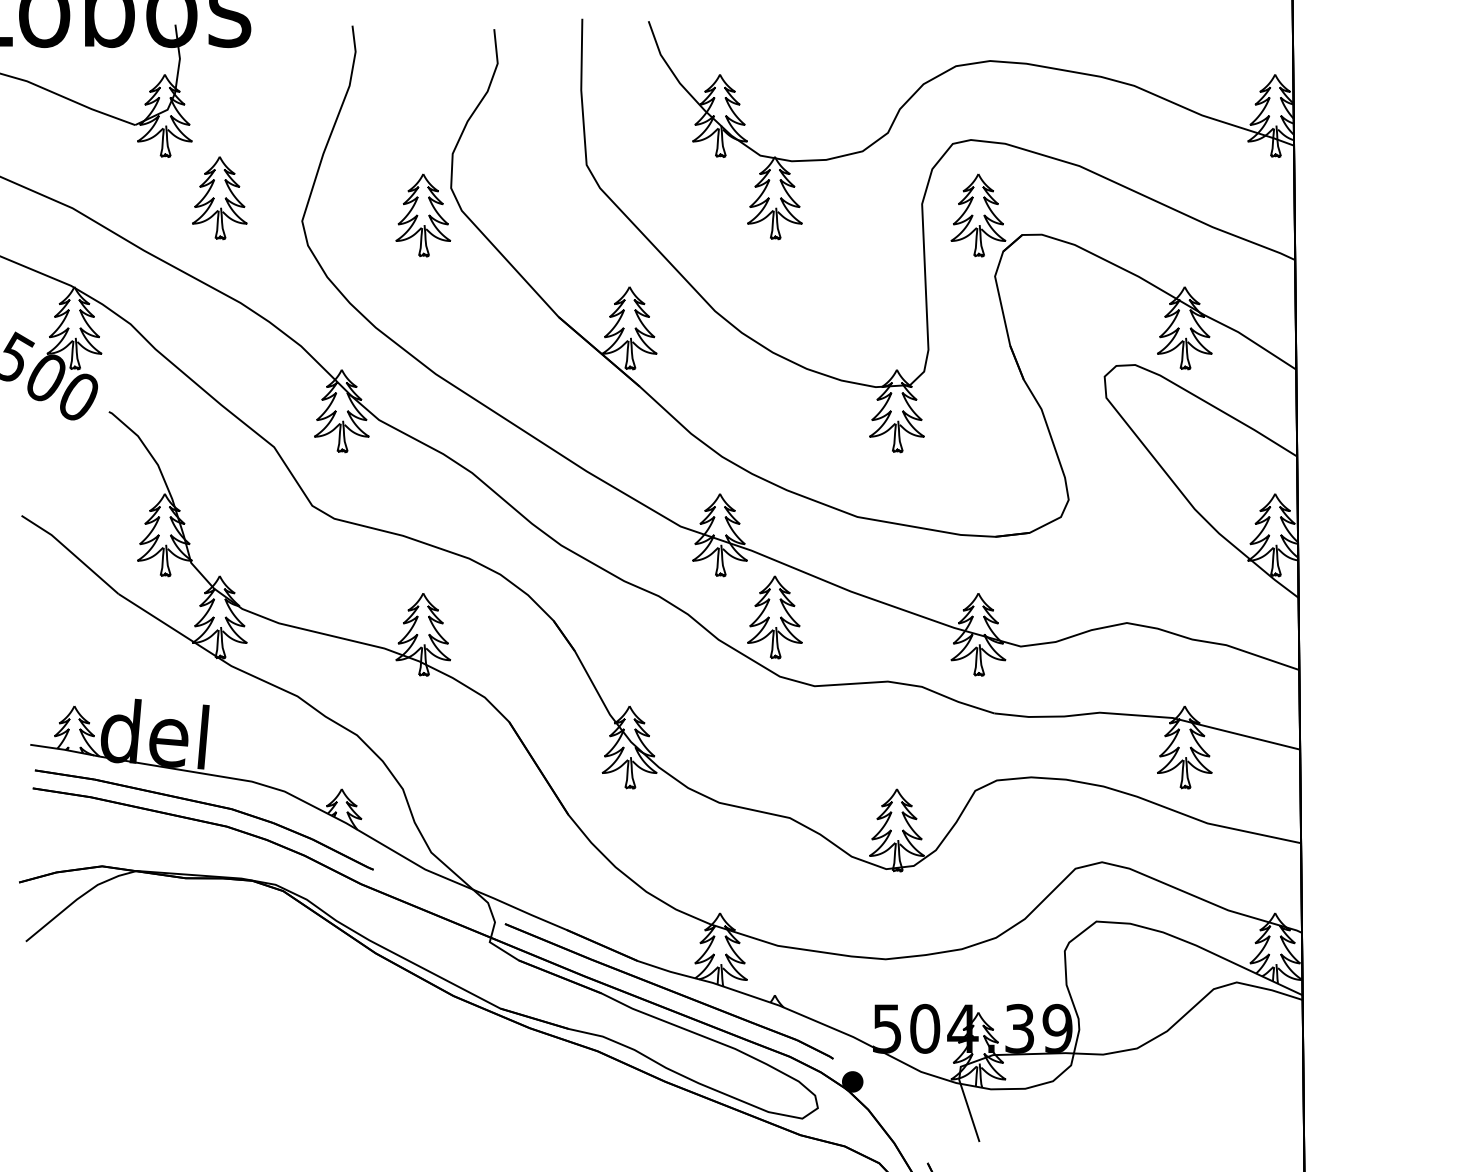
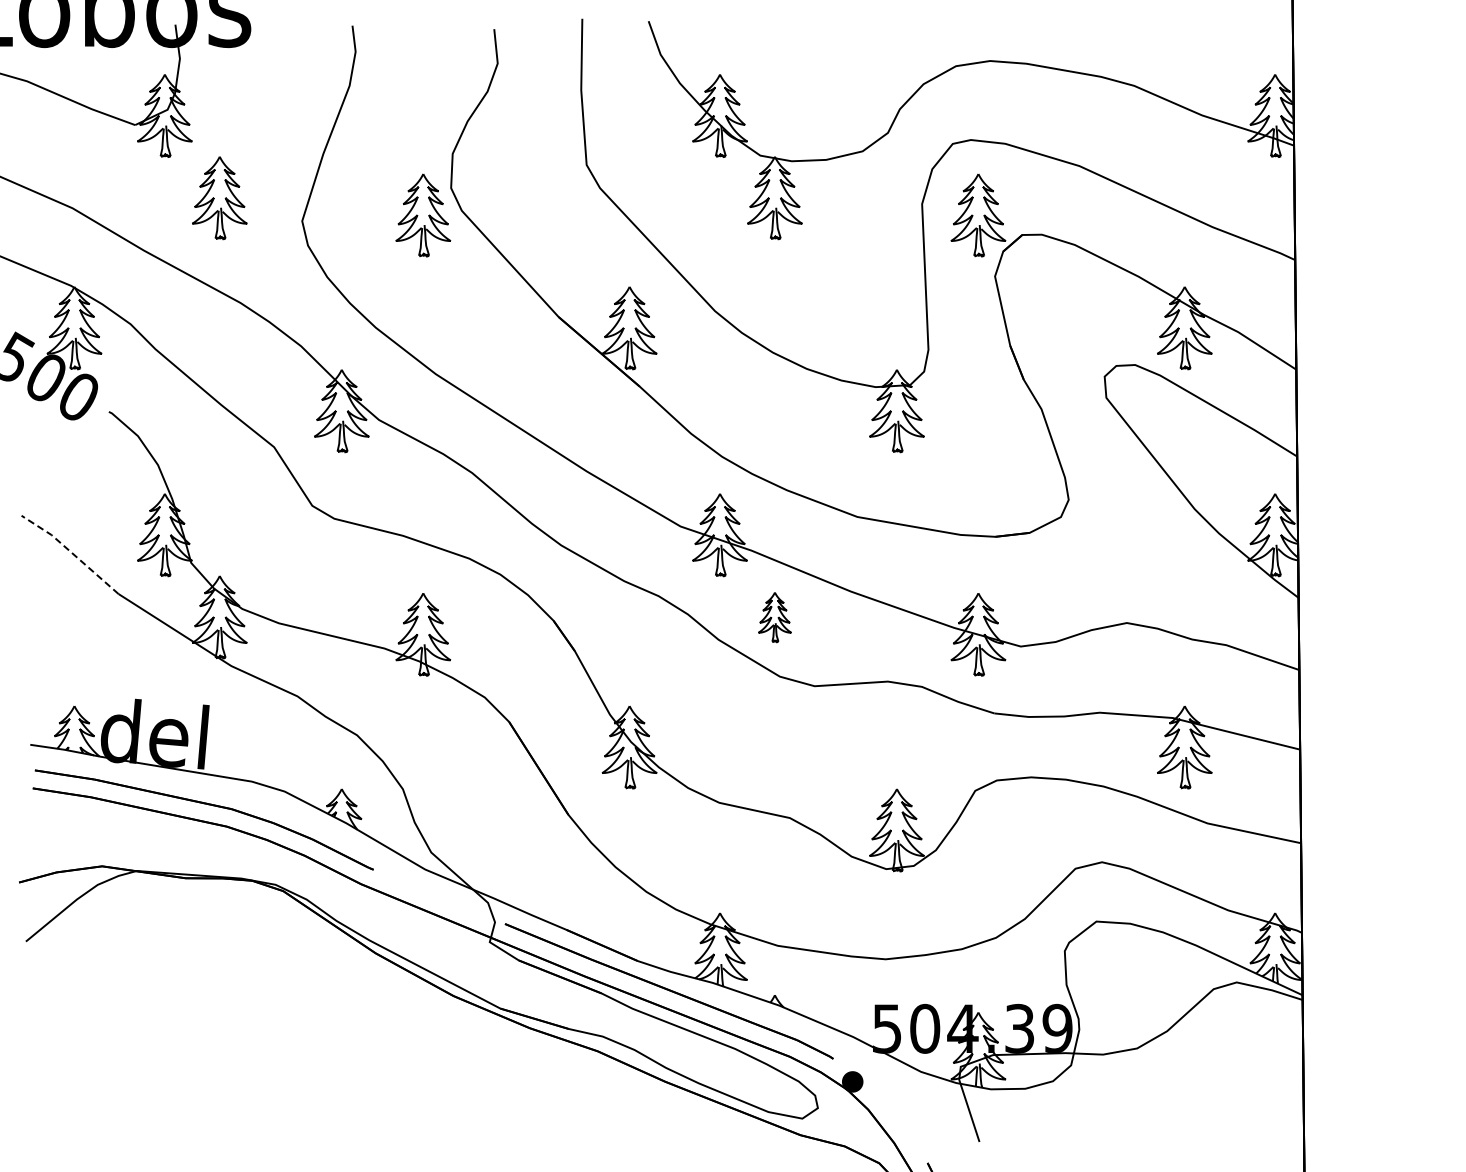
line at (70, 552): solid -> dashed
part at (774, 617) size: 56x85 px -> 34x52 px
